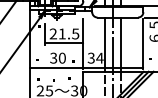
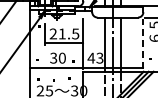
line at (143, 44): solid -> dashed
text at (95, 57): 34 -> 43
